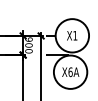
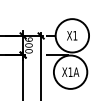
text at (70, 72): X6A -> X1A
